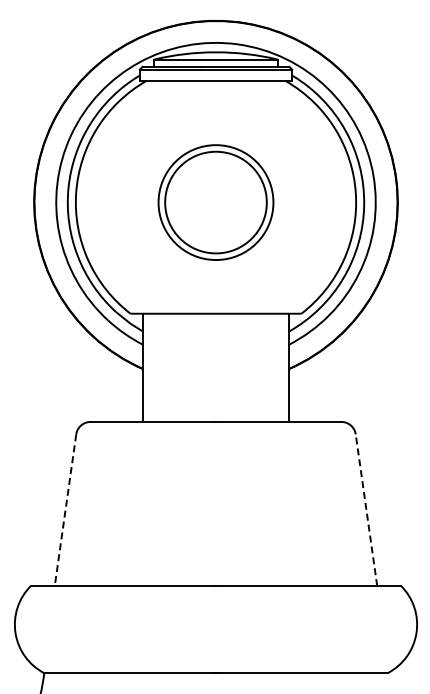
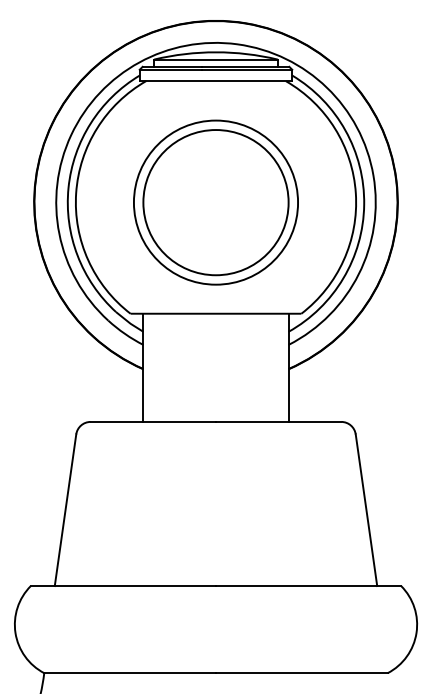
part at (215, 202) size: 118x117 px -> 166x167 px
line at (65, 510): dashed -> solid
line at (366, 510): dashed -> solid
